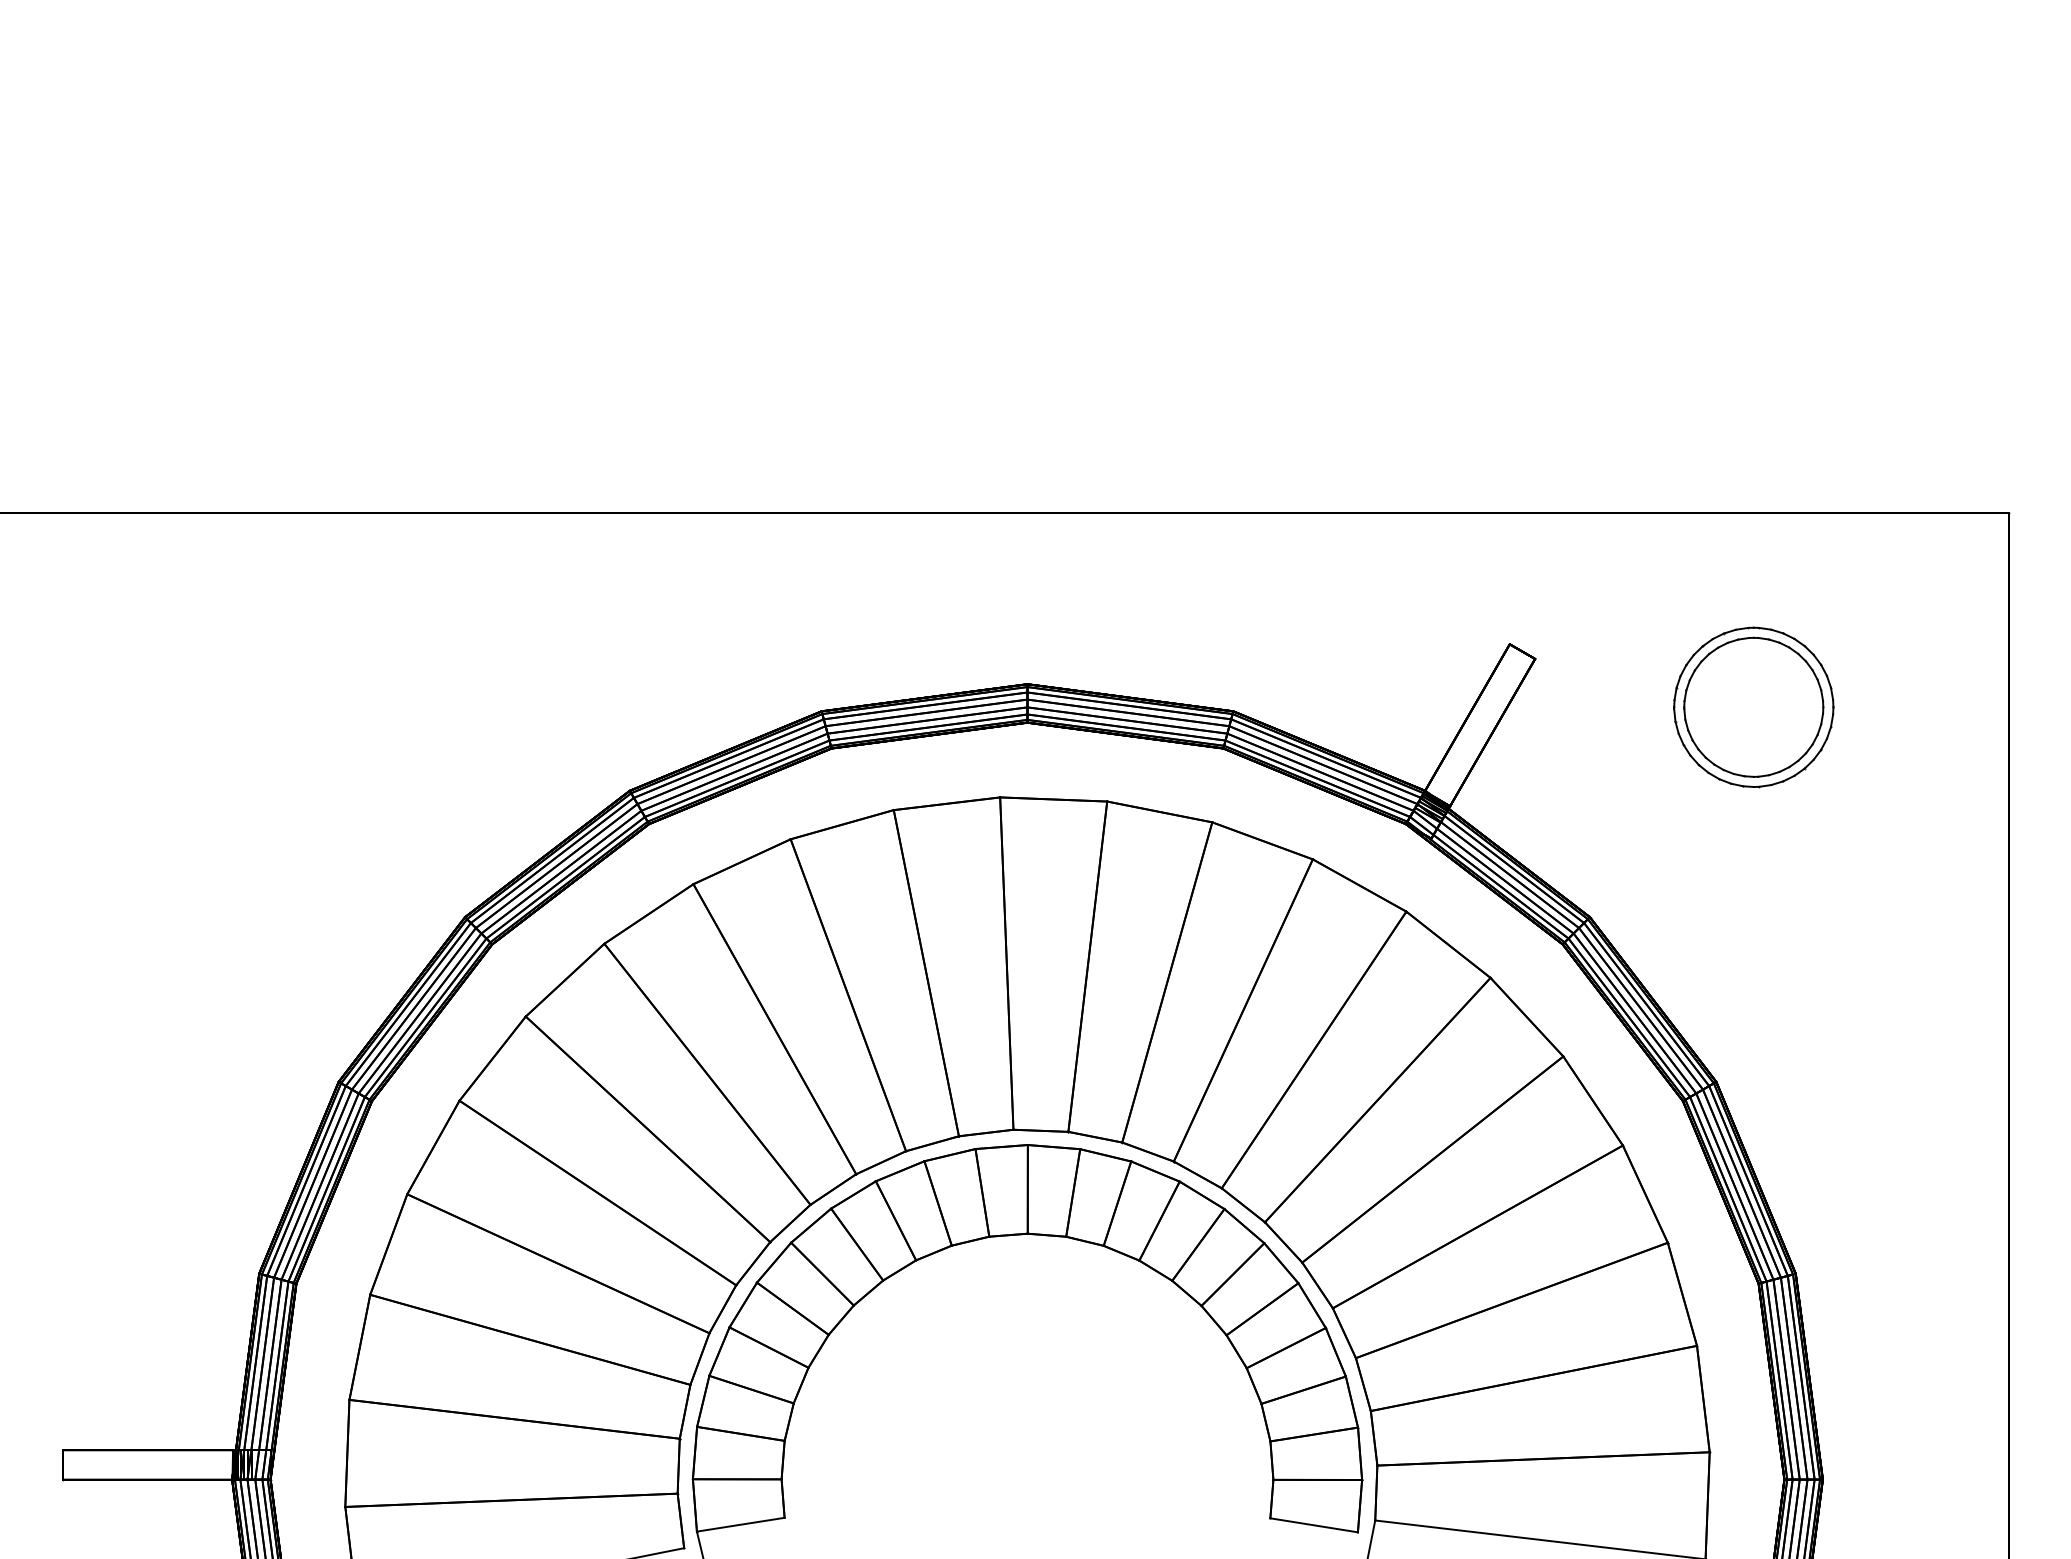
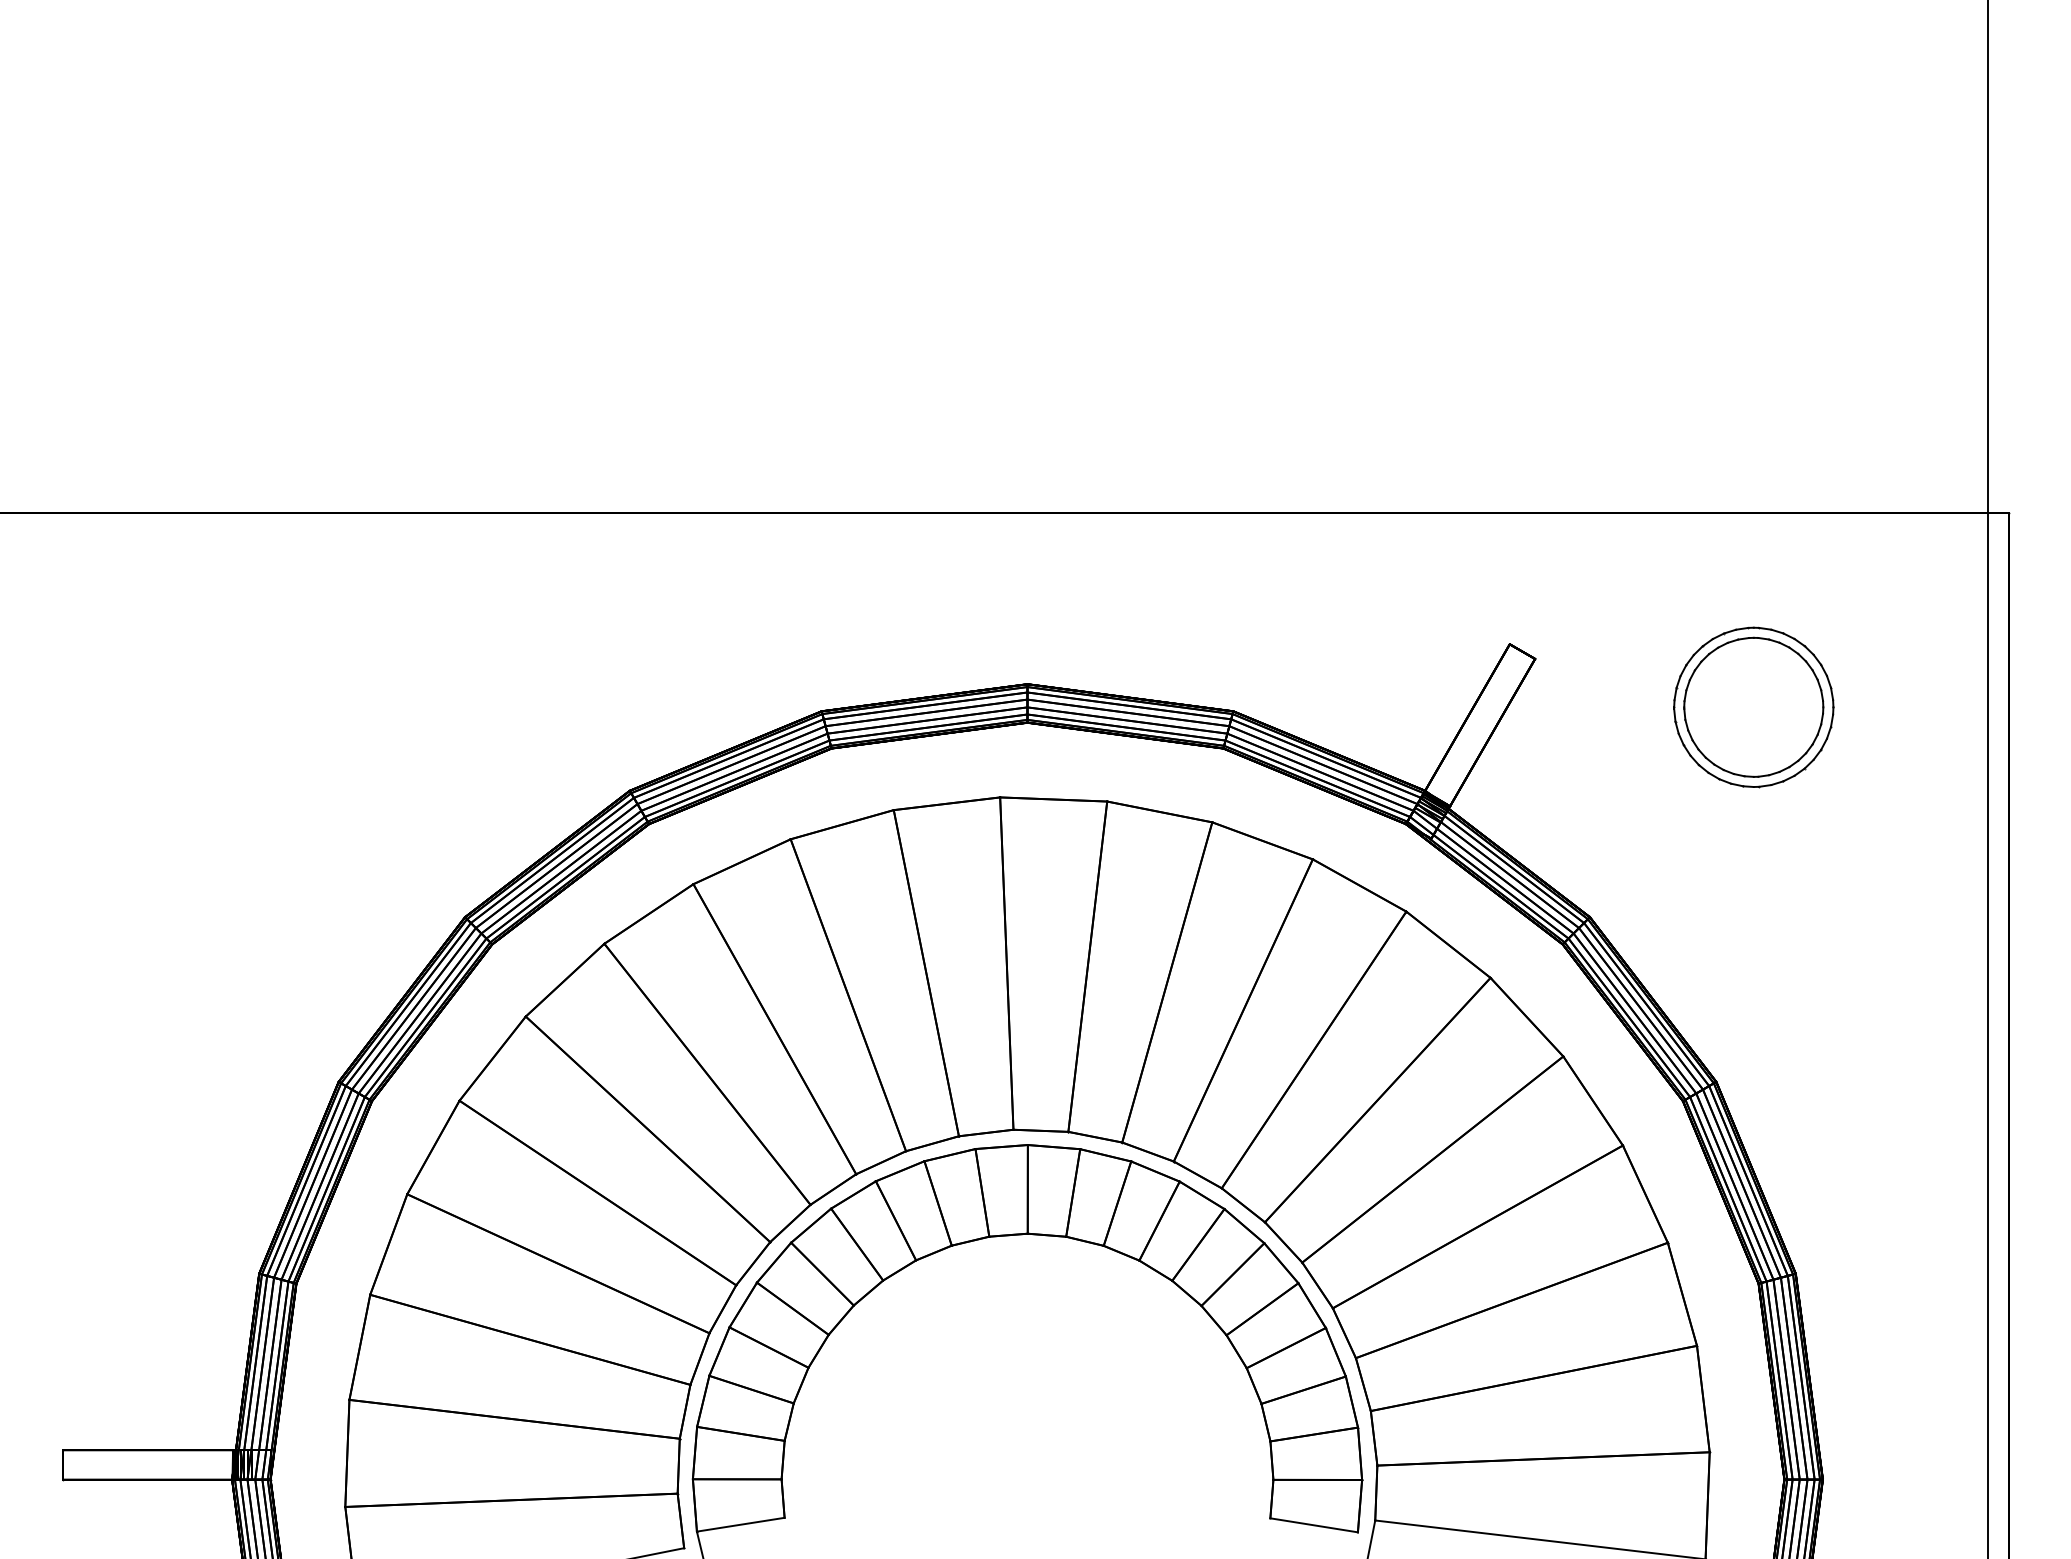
line at (1988, 778): none -> present
